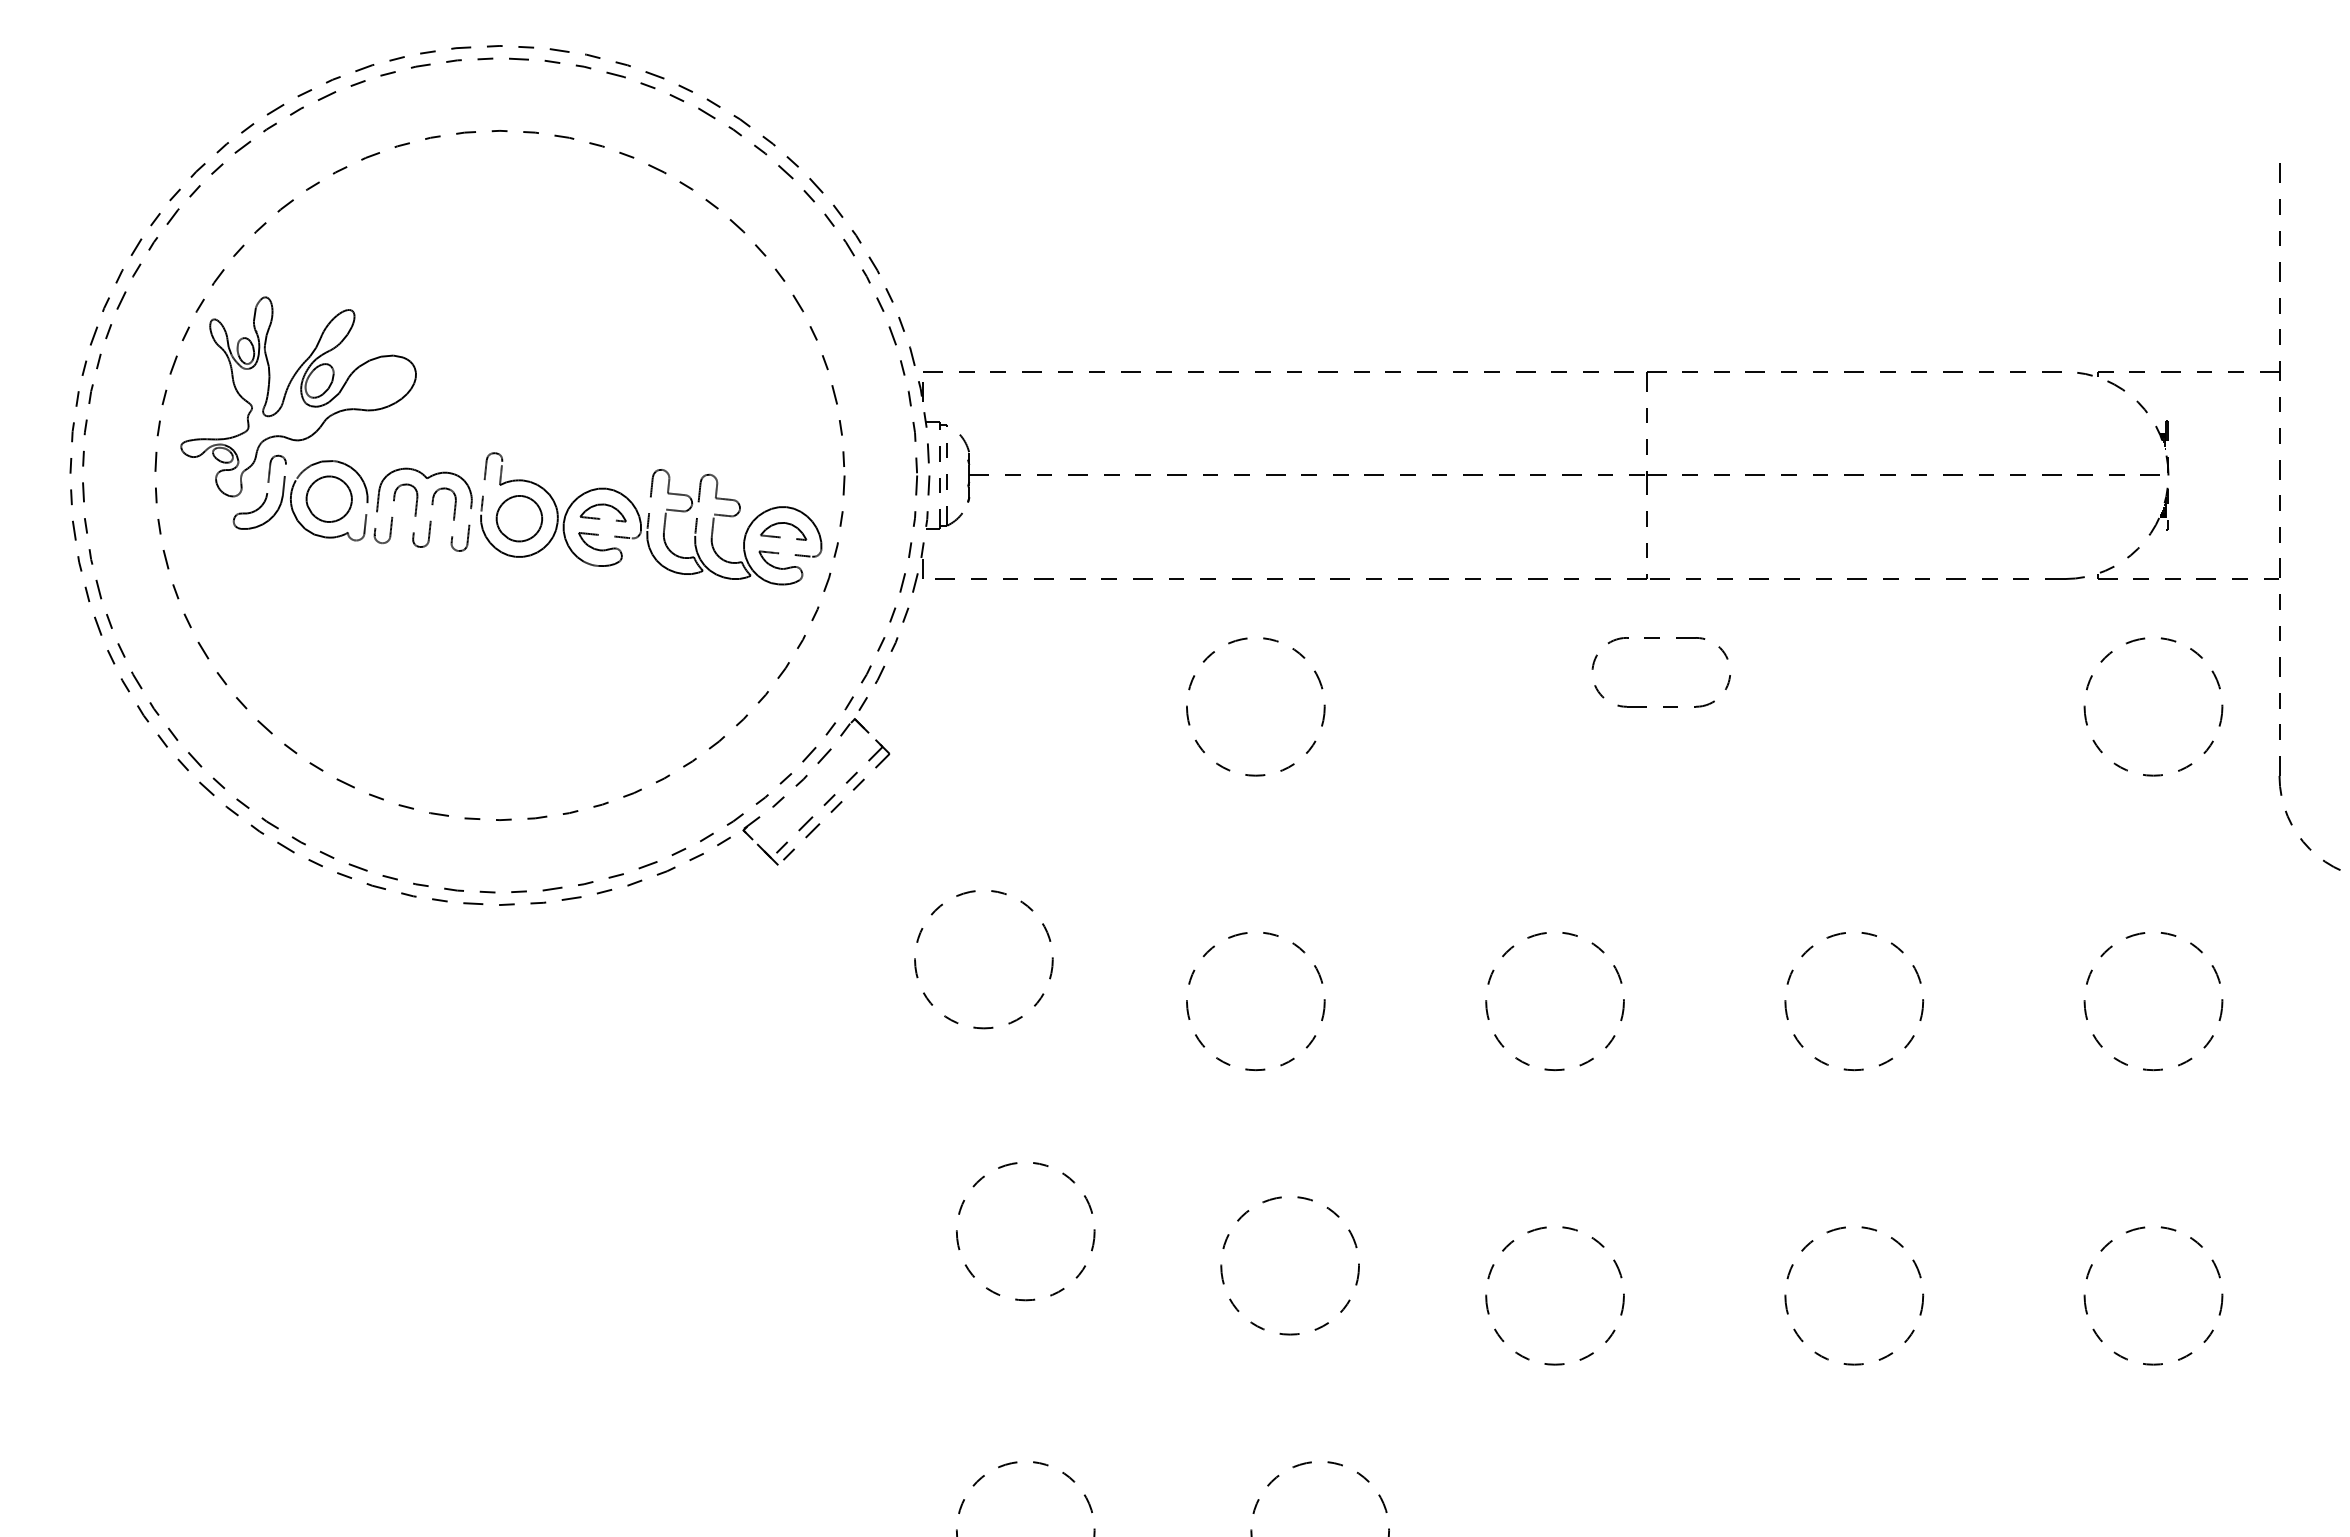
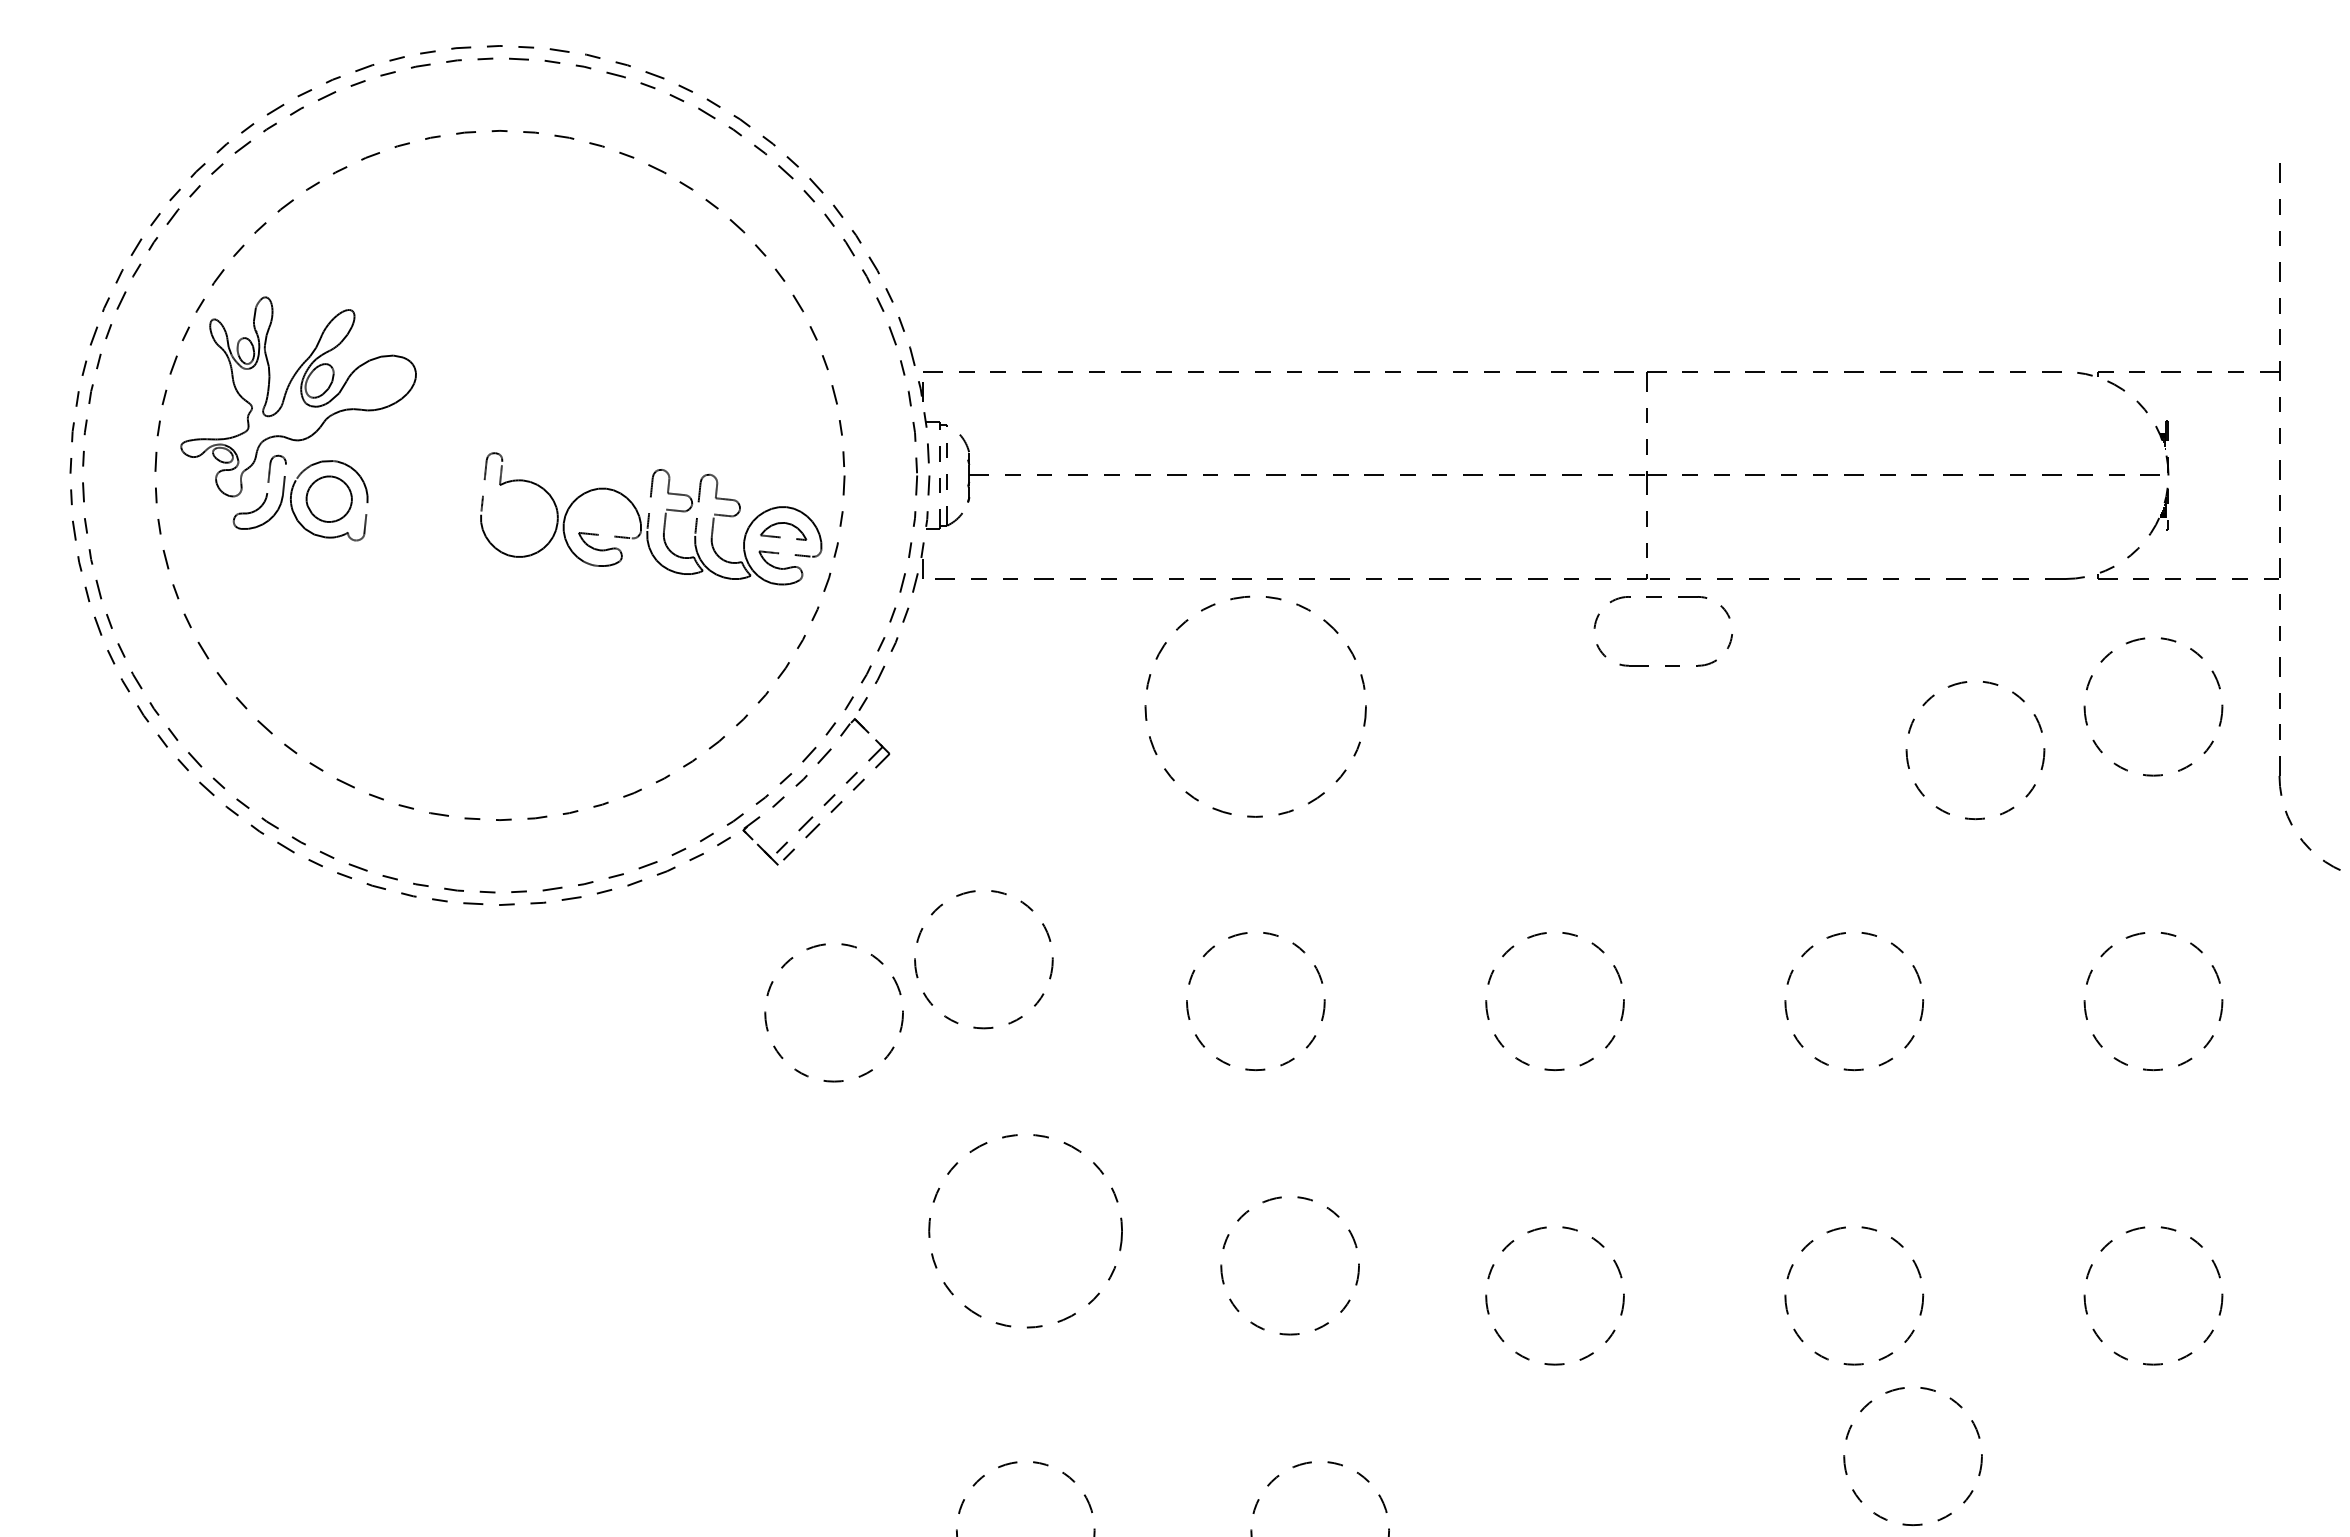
part at (422, 509): present -> none
part at (519, 518): present -> none
part at (600, 518): present -> none
part at (1659, 638) position: (1659, 638) -> (1661, 597)
circle at (1255, 706) size: 140x140 px -> 223x223 px
circle at (1975, 750): none -> present
circle at (833, 1012): none -> present
circle at (1025, 1231) size: 140x140 px -> 195x195 px
circle at (1912, 1456): none -> present
